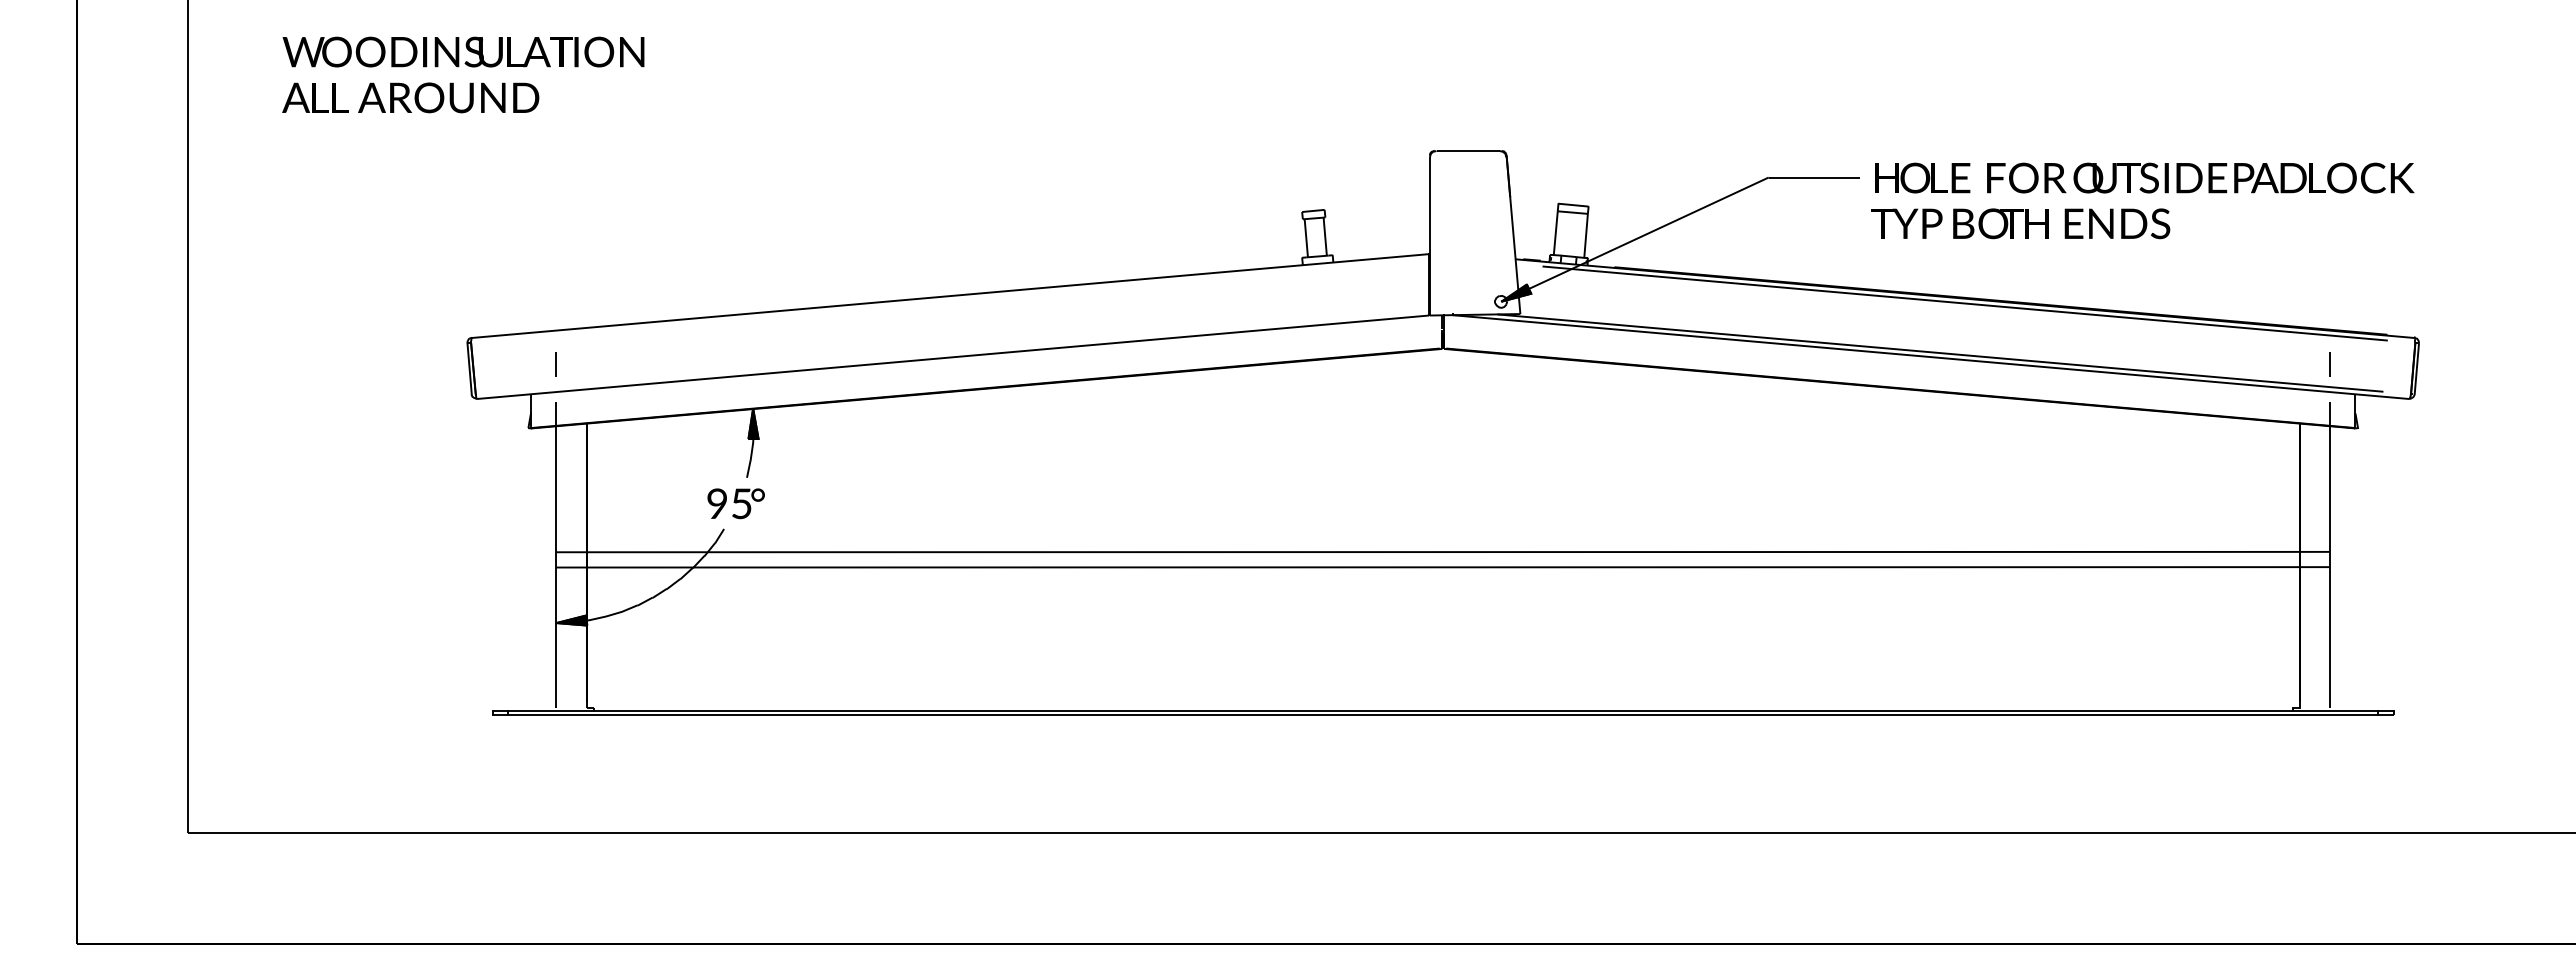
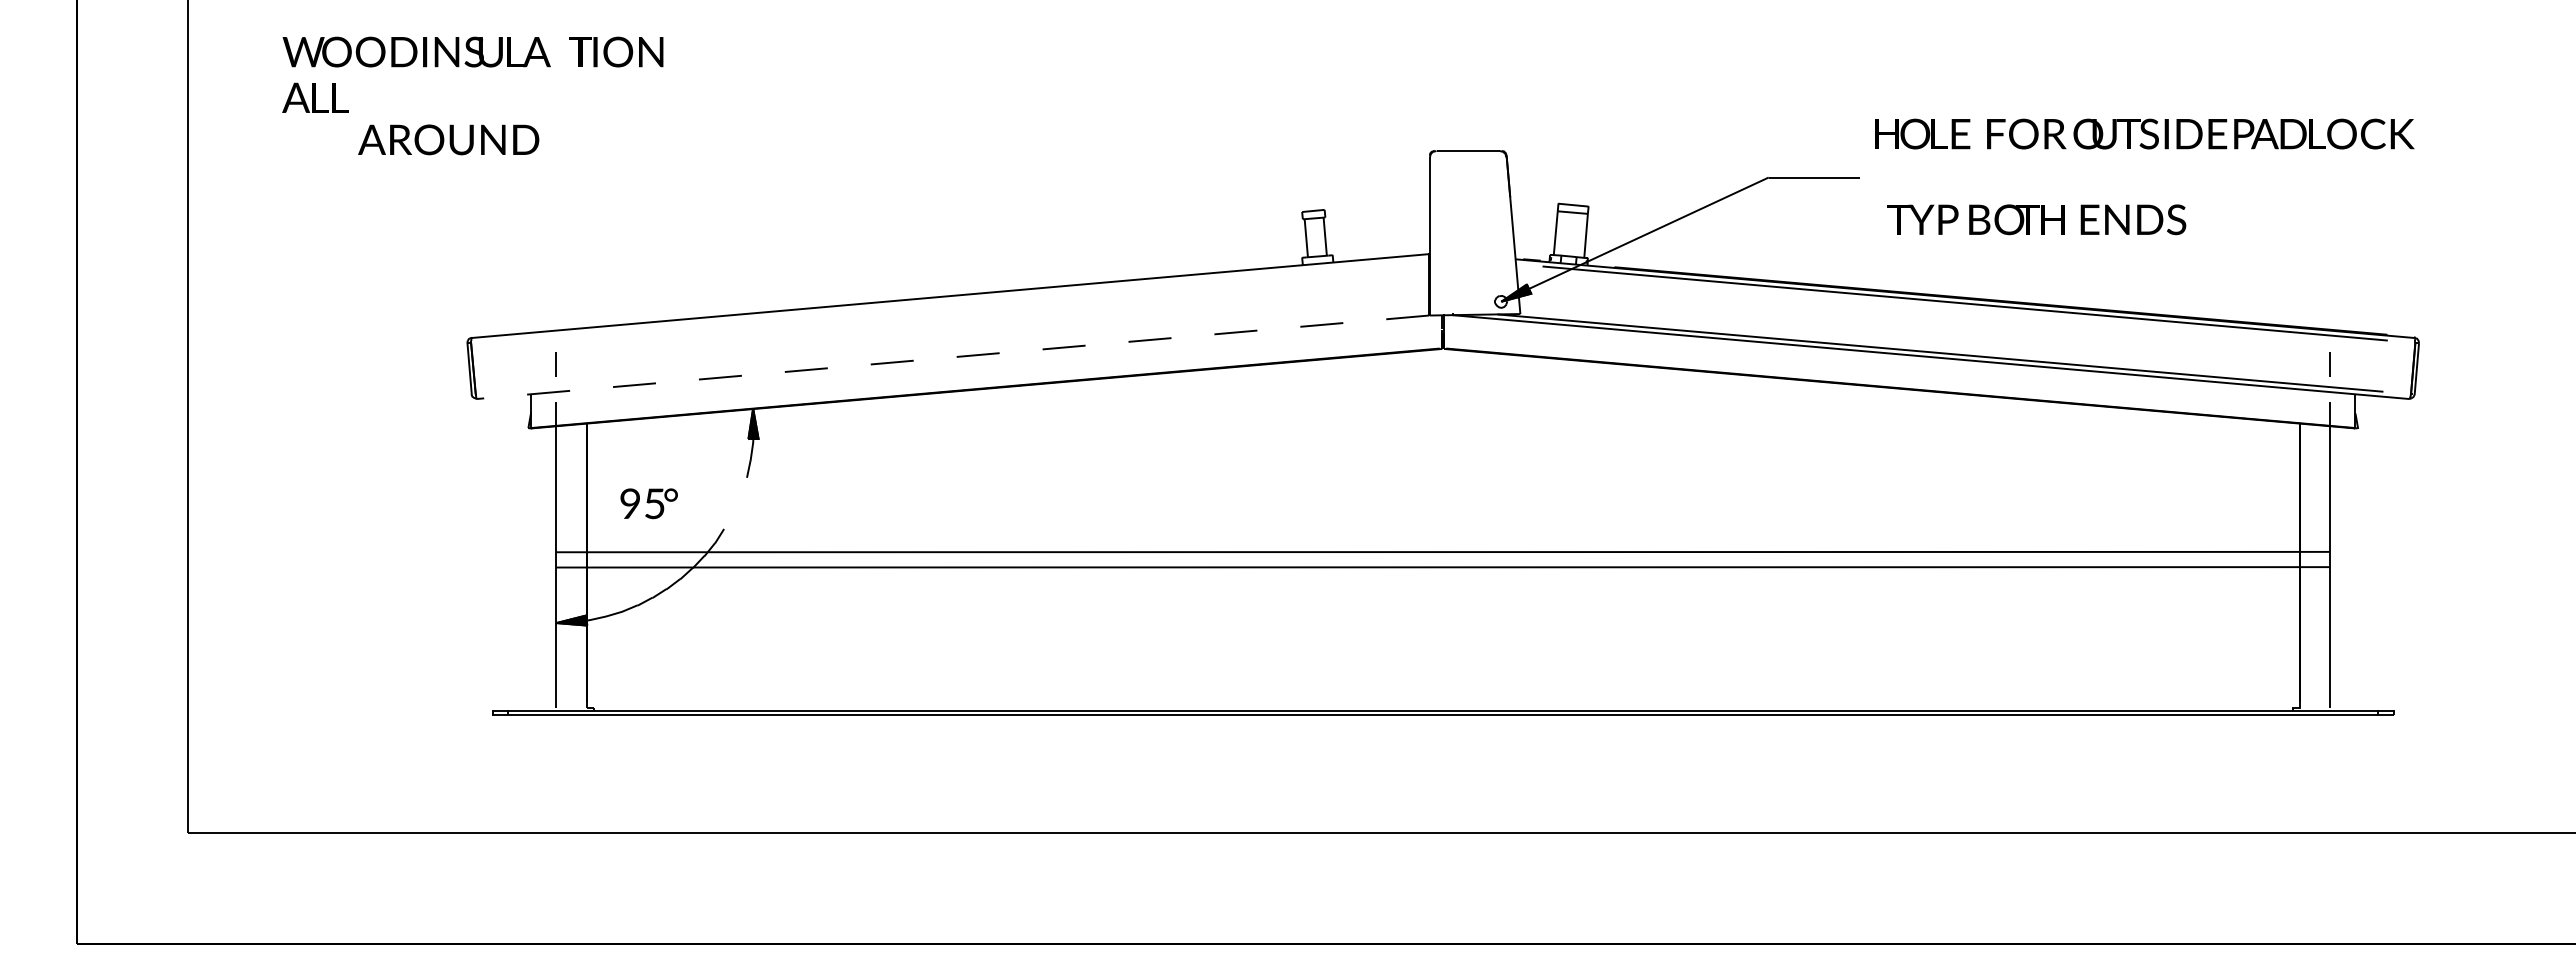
text at (597, 51) position: (597, 51) -> (616, 51)
text at (448, 97) position: (448, 97) -> (448, 139)
text at (2144, 177) position: (2144, 177) -> (2144, 133)
text at (2020, 223) position: (2020, 223) -> (2036, 219)
line at (952, 357): solid -> dashed
text at (735, 503) position: (735, 503) -> (648, 503)
